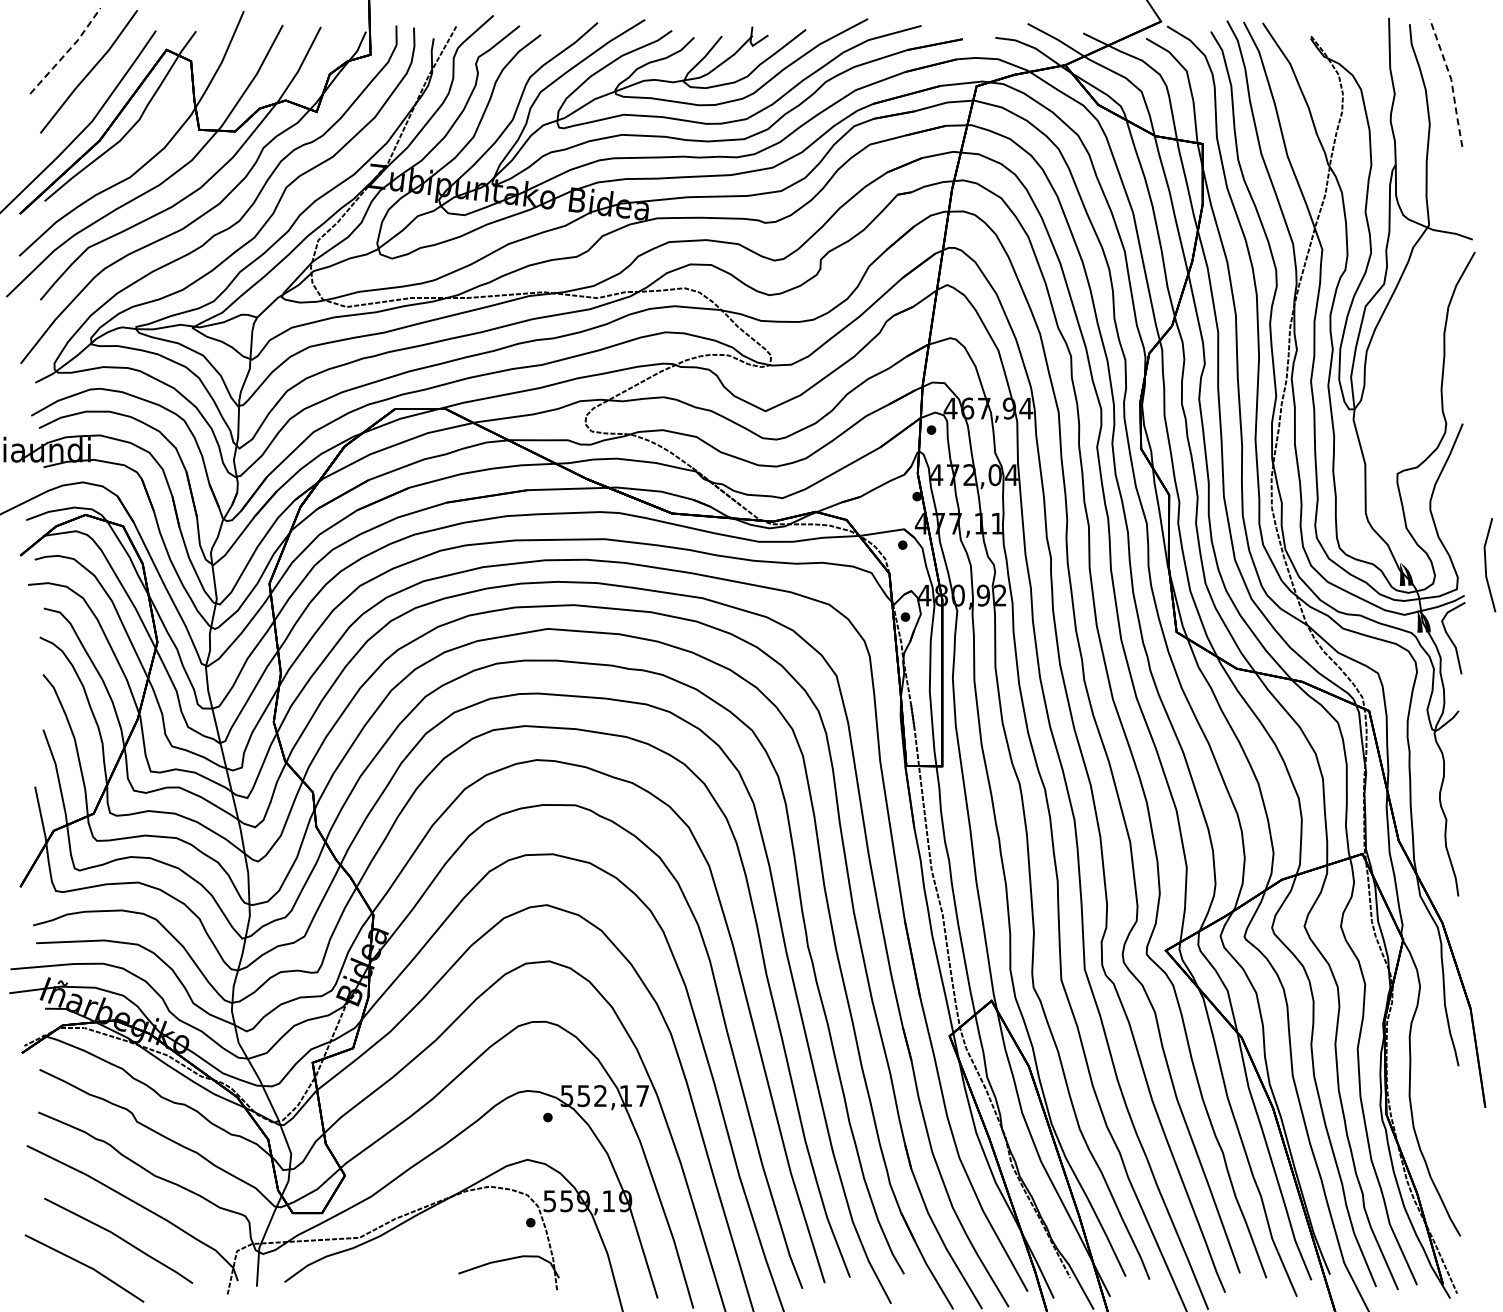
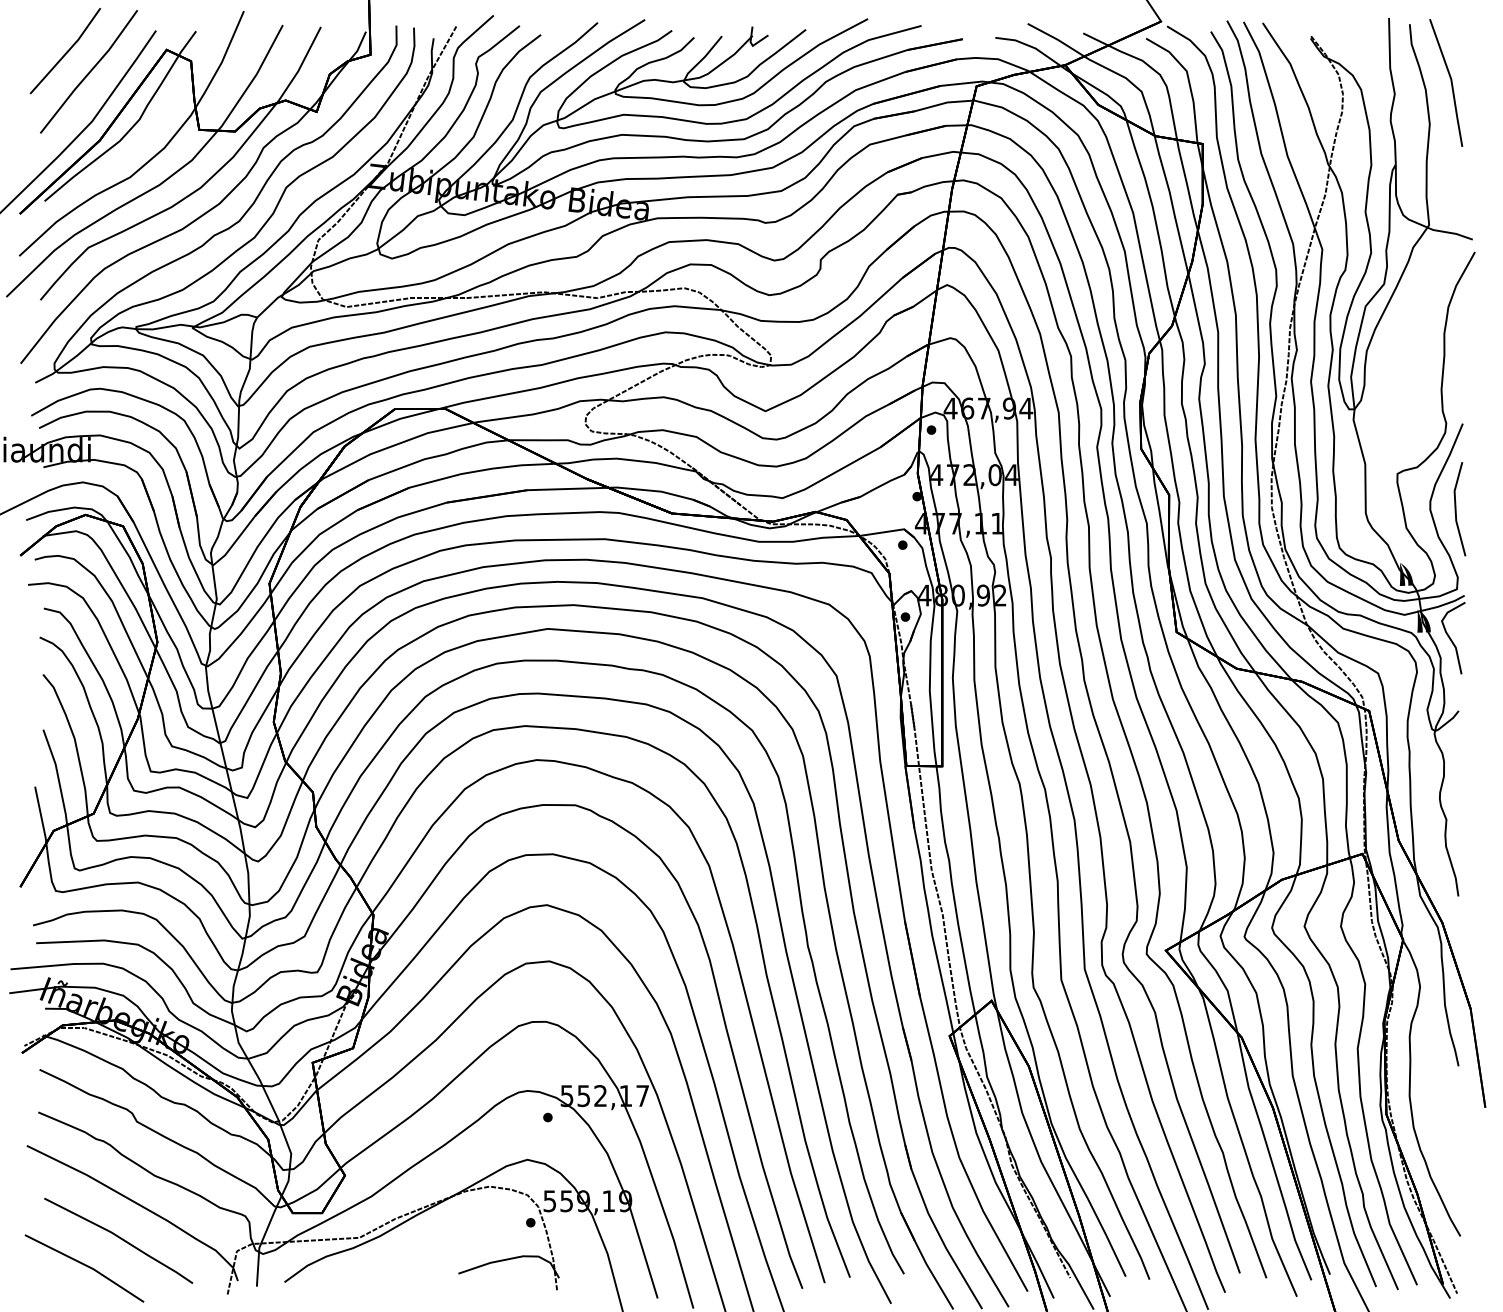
line at (67, 51): dashed -> solid
line at (1451, 82): dashed -> solid
line at (1486, 565) position: (1486, 565) -> (1456, 509)
